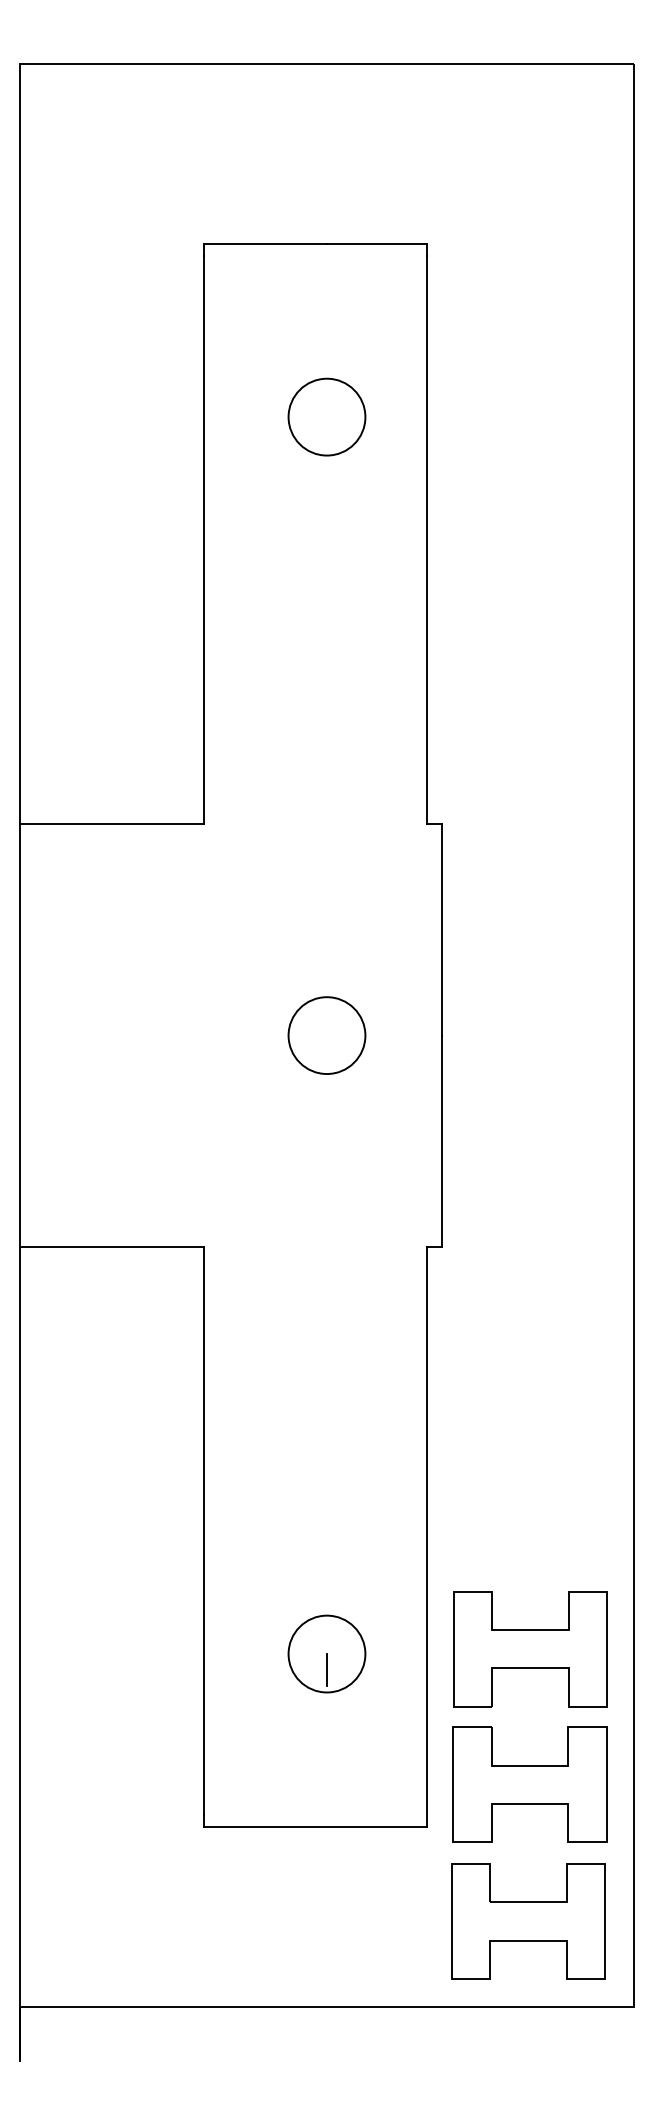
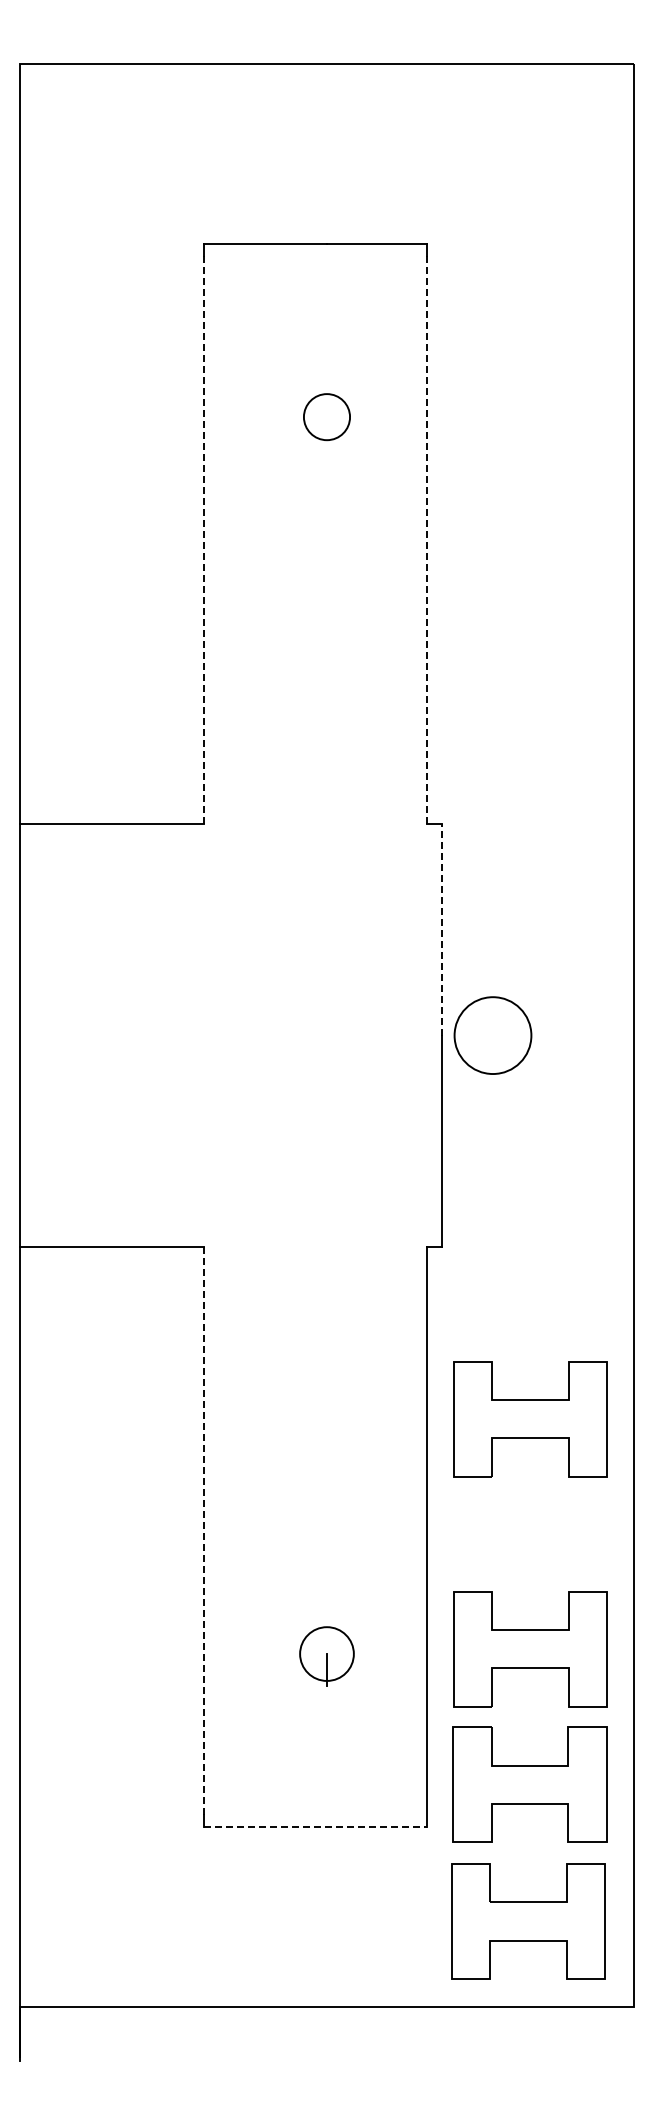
circle at (326, 416) diameter: 77 px -> 46 px
line at (204, 540): solid -> dashed
line at (426, 540): solid -> dashed
line at (442, 929): solid -> dashed
circle at (326, 1035) position: (326, 1035) -> (492, 1035)
part at (530, 1419): none -> present
line at (204, 1531): solid -> dashed
circle at (326, 1653) diameter: 77 px -> 54 px
line at (315, 1826): solid -> dashed
